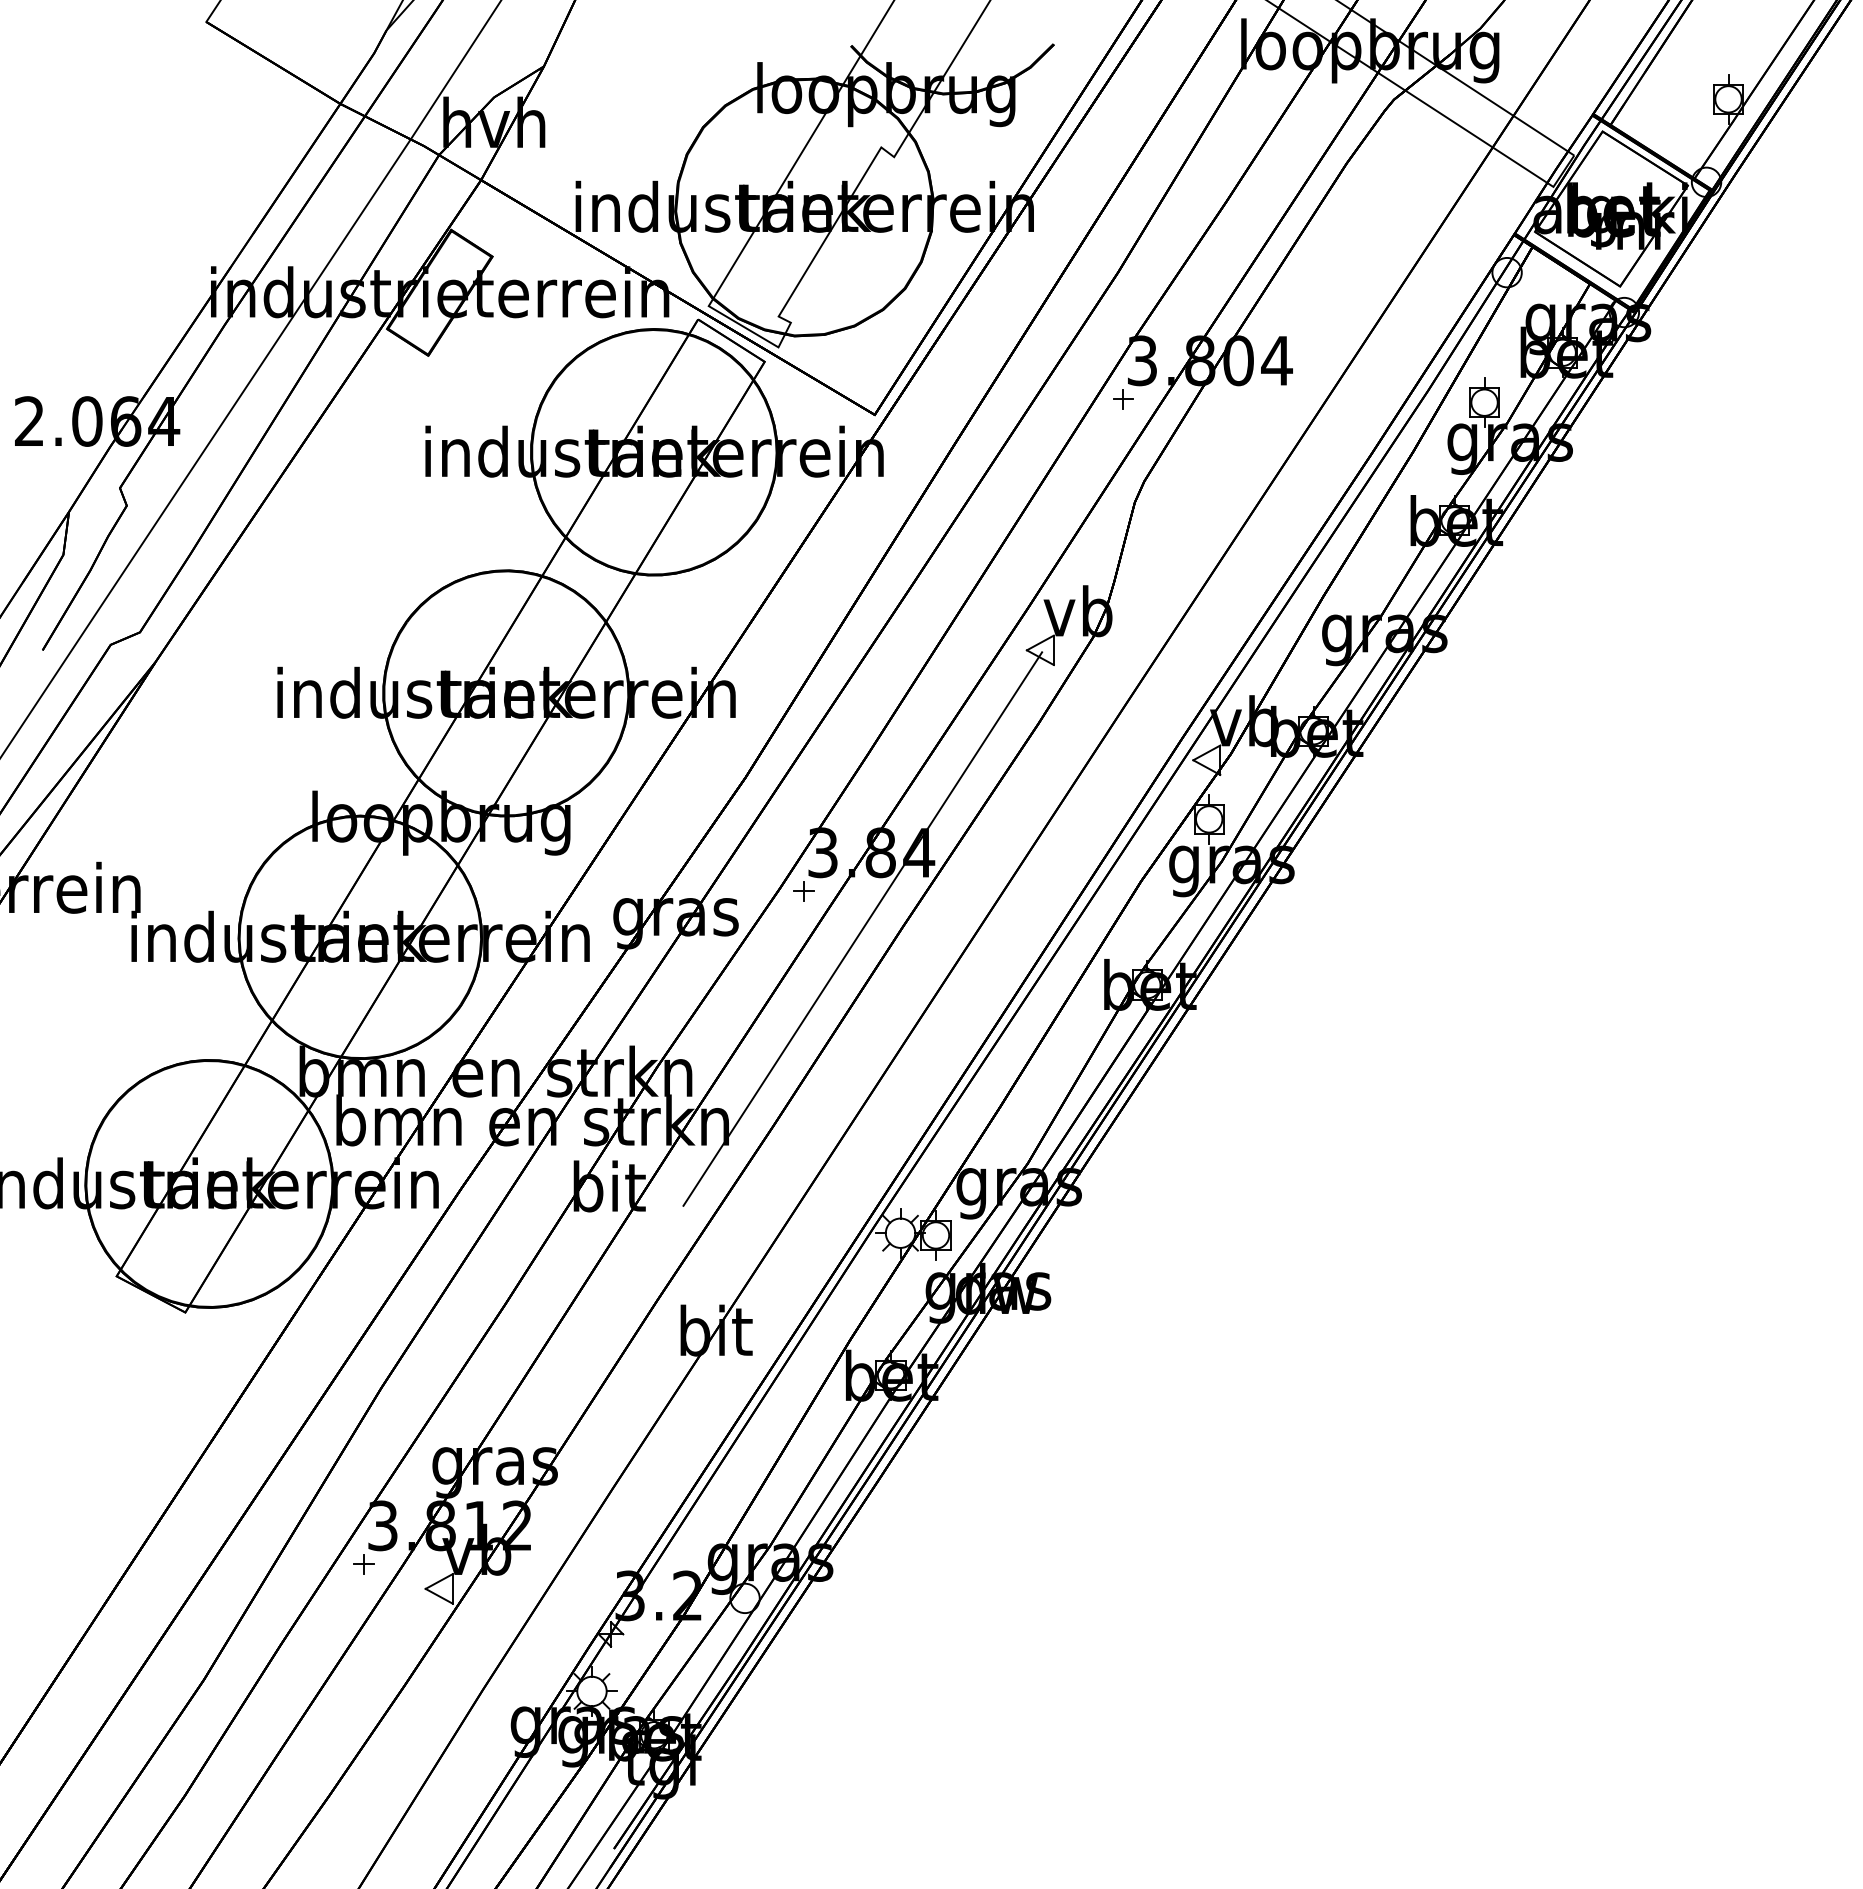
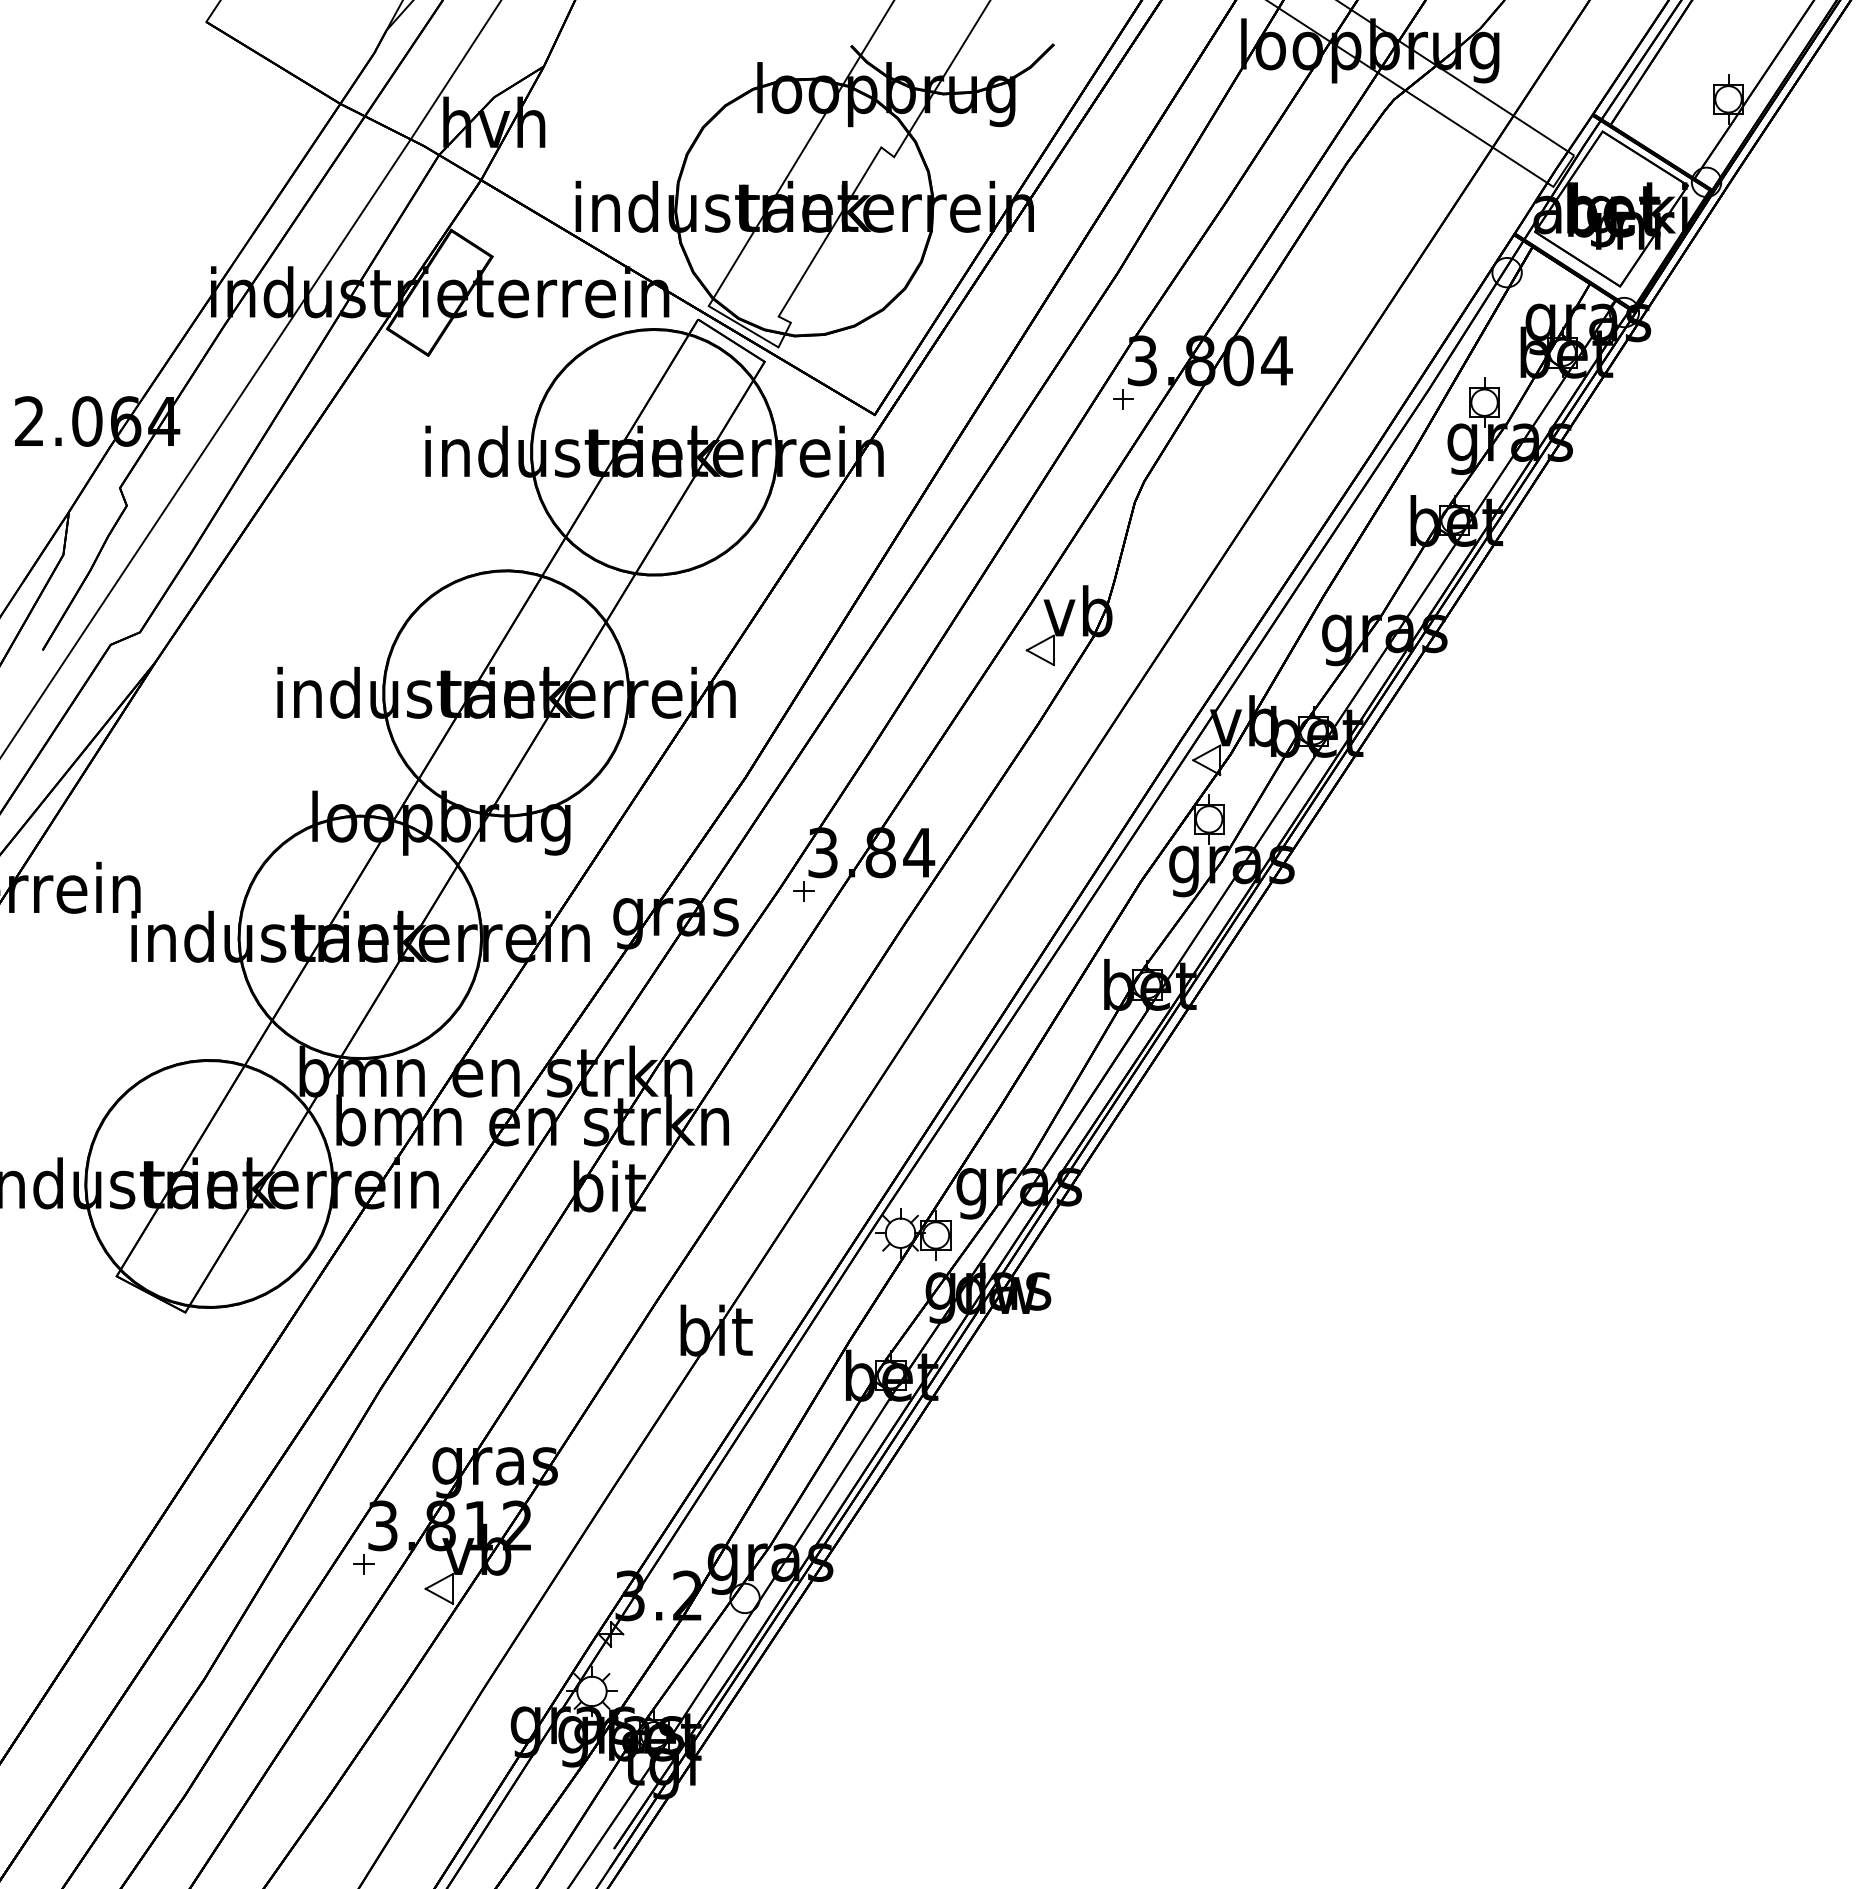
line at (862, 928): present -> none
